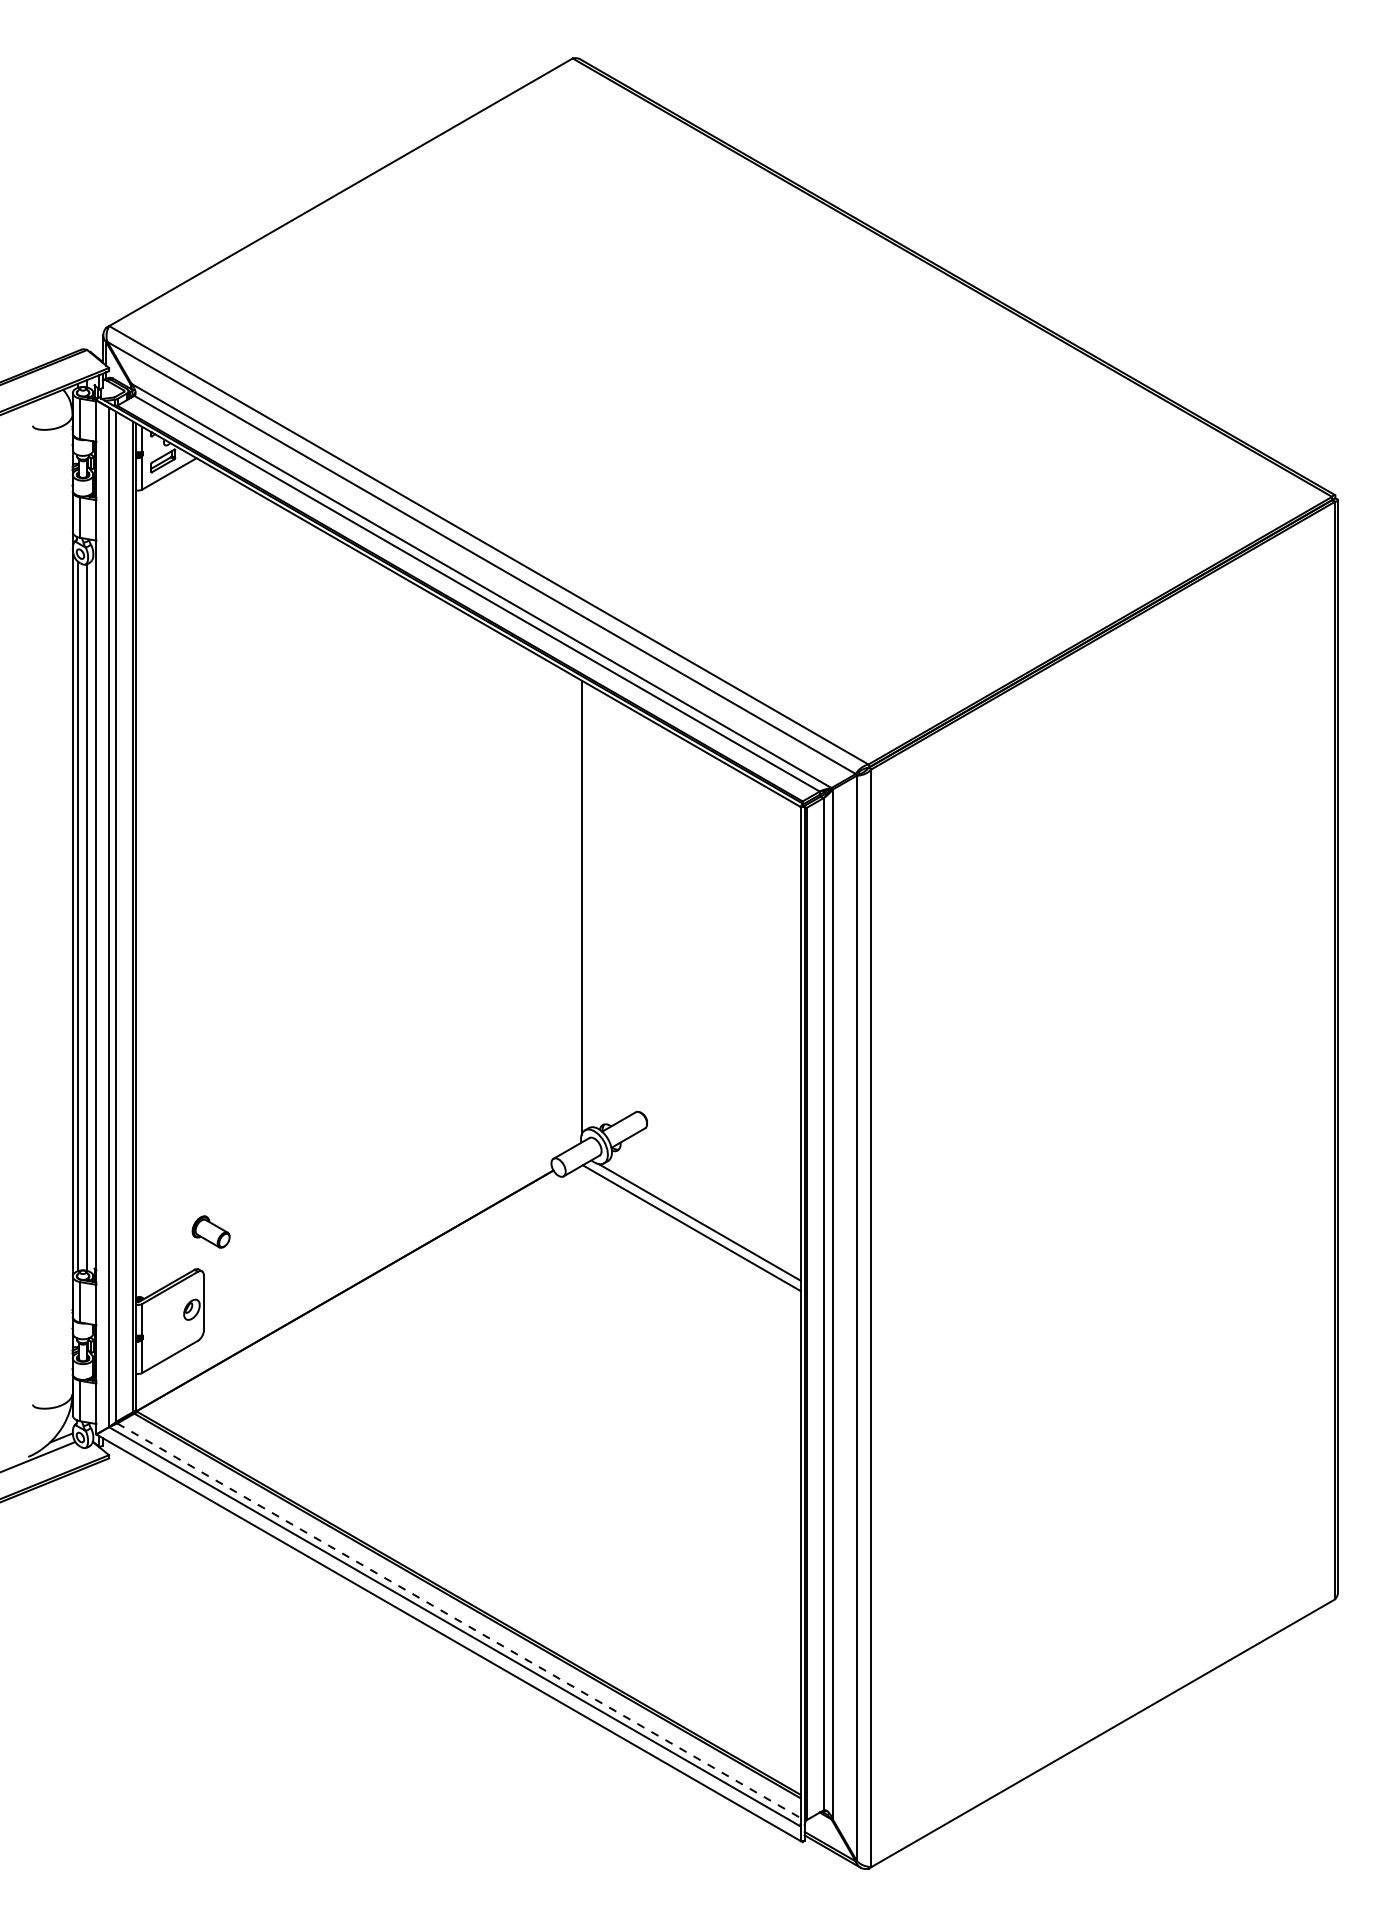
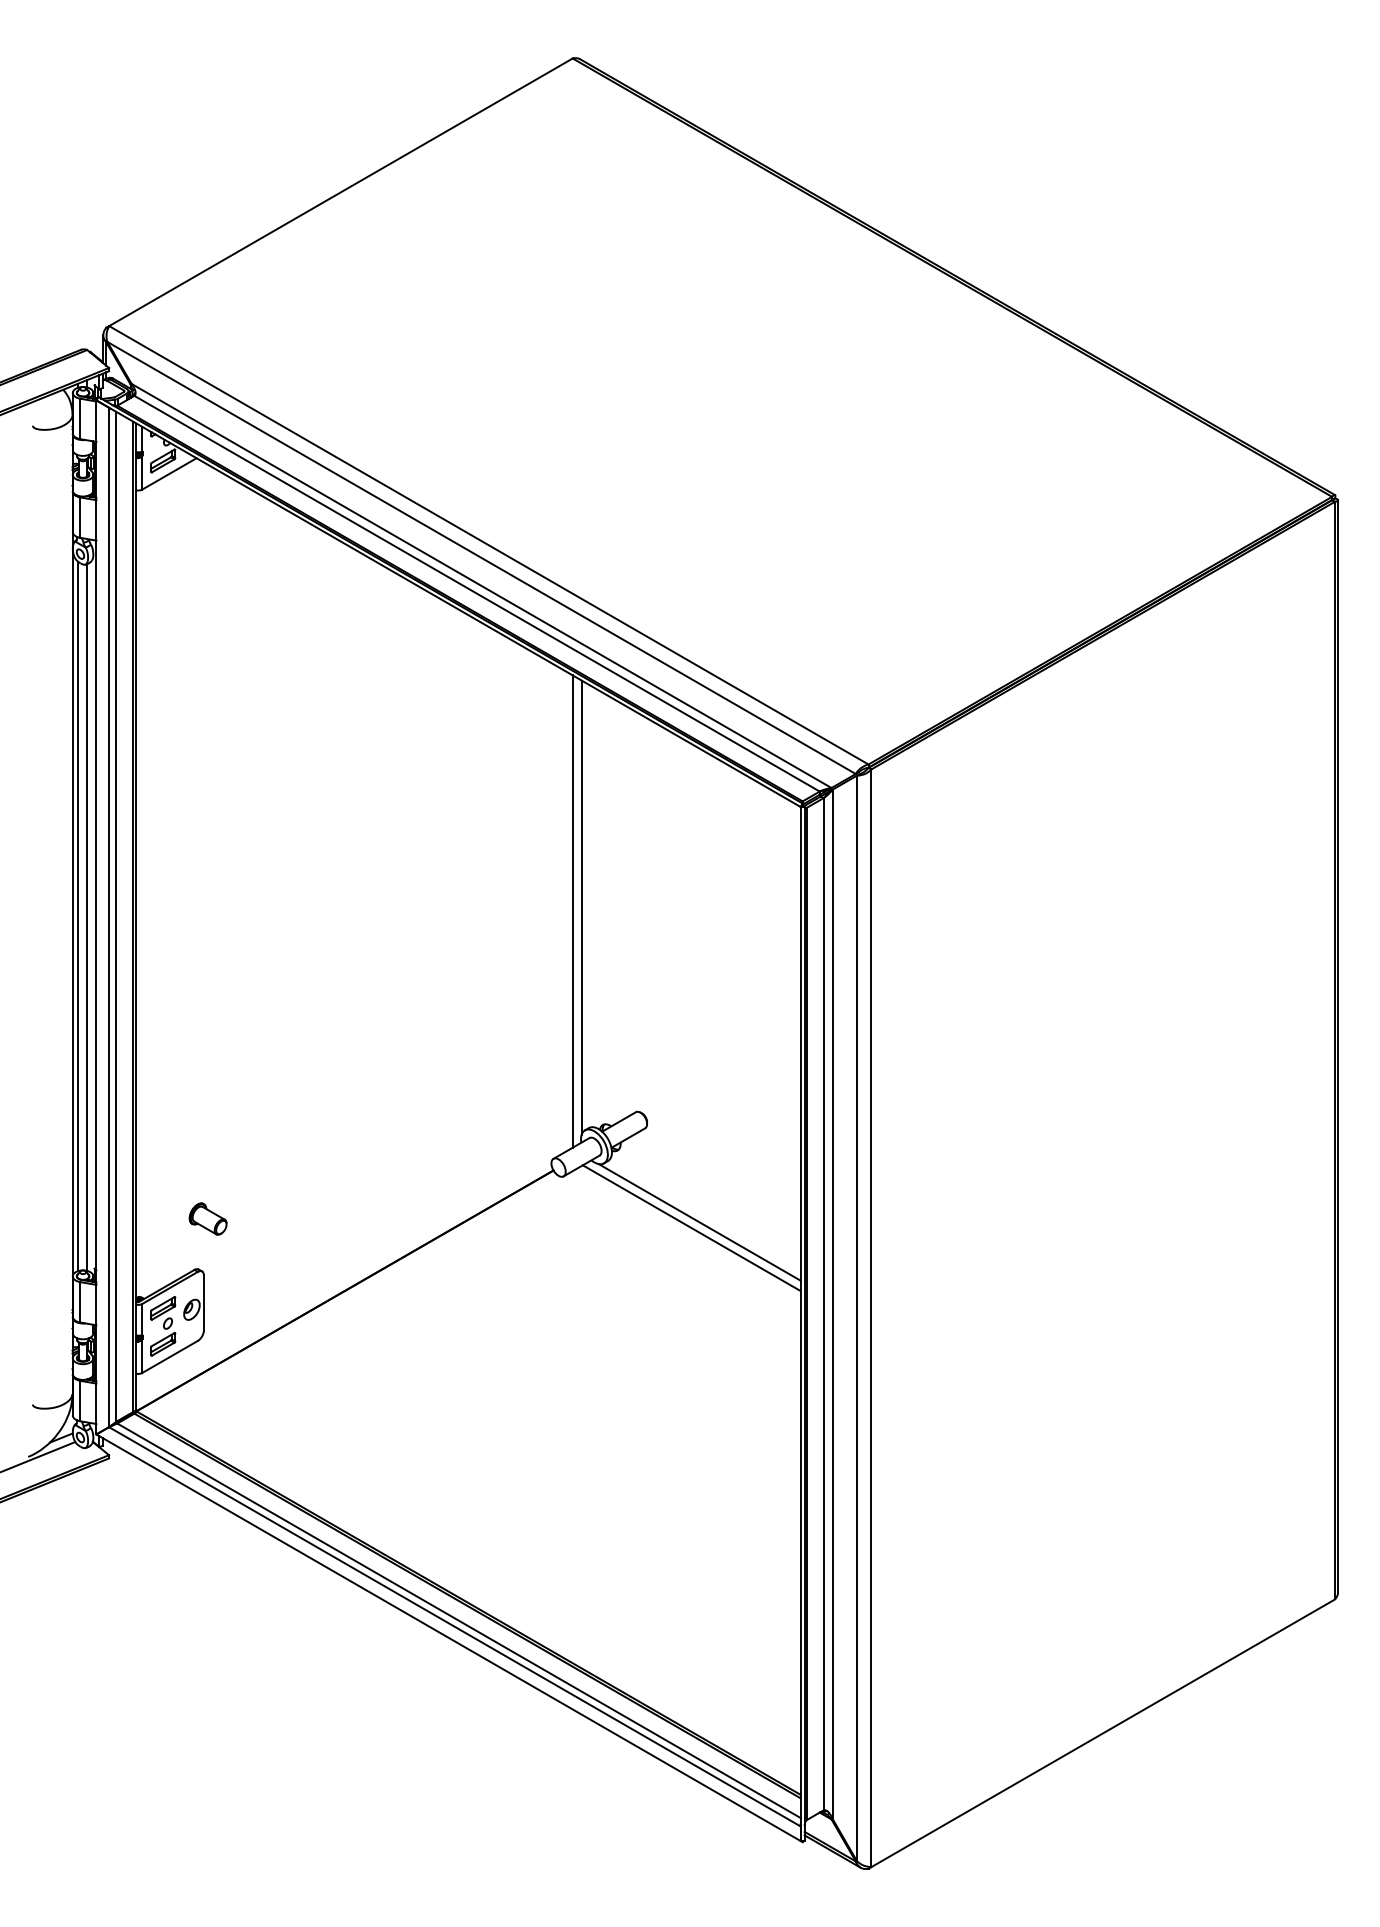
line at (572, 911): none -> present
part at (210, 1231) position: (210, 1231) -> (207, 1218)
part at (163, 1326): none -> present
line at (459, 1620): dashed -> solid
